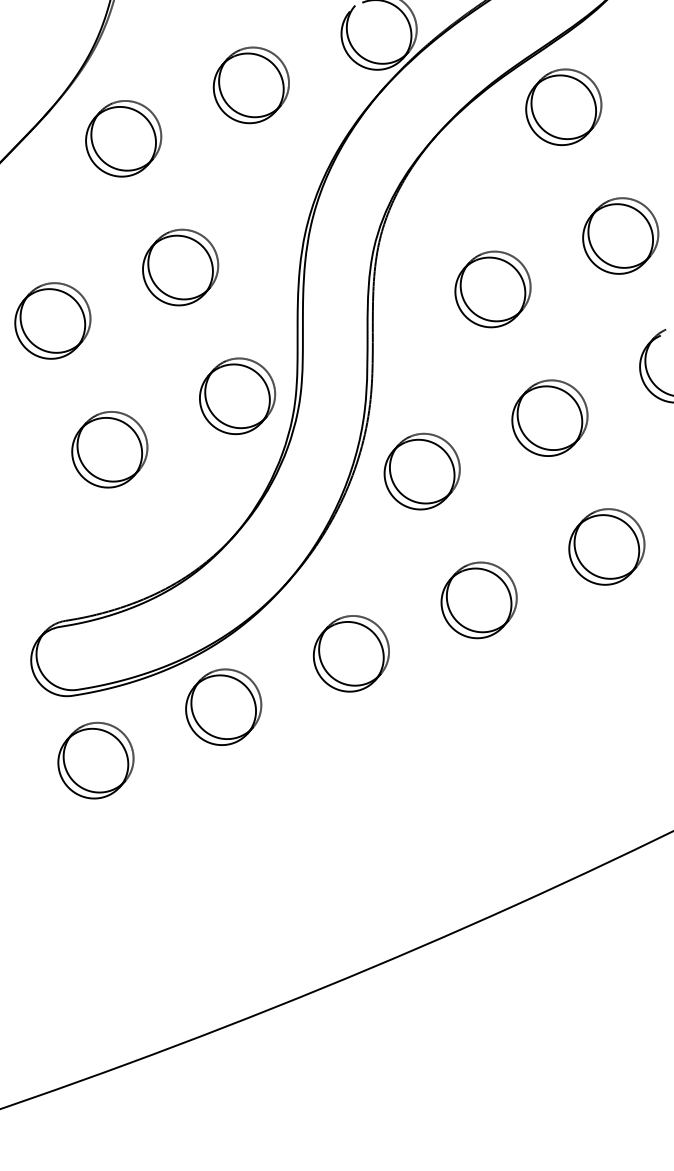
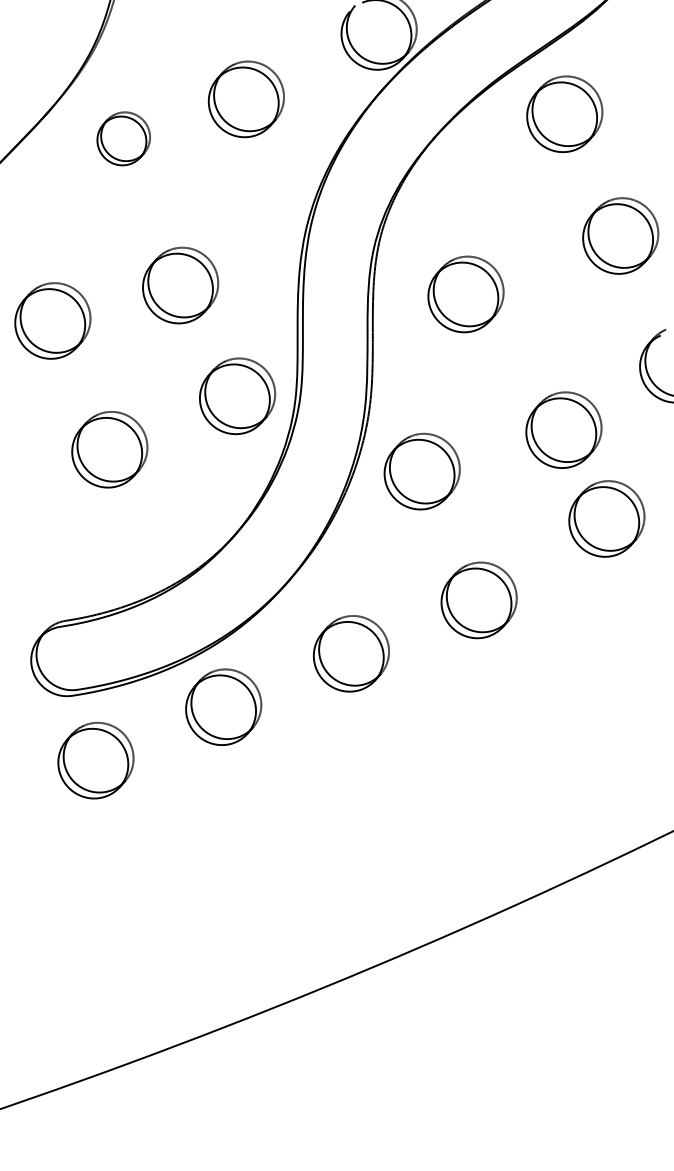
part at (250, 85) position: (250, 85) -> (245, 99)
part at (563, 106) position: (563, 106) -> (564, 113)
part at (123, 138) size: 78x78 px -> 55x56 px
part at (180, 267) position: (180, 267) -> (180, 285)
part at (492, 289) position: (492, 289) -> (465, 294)
part at (549, 417) position: (549, 417) -> (563, 429)
part at (606, 546) position: (606, 546) -> (606, 518)
